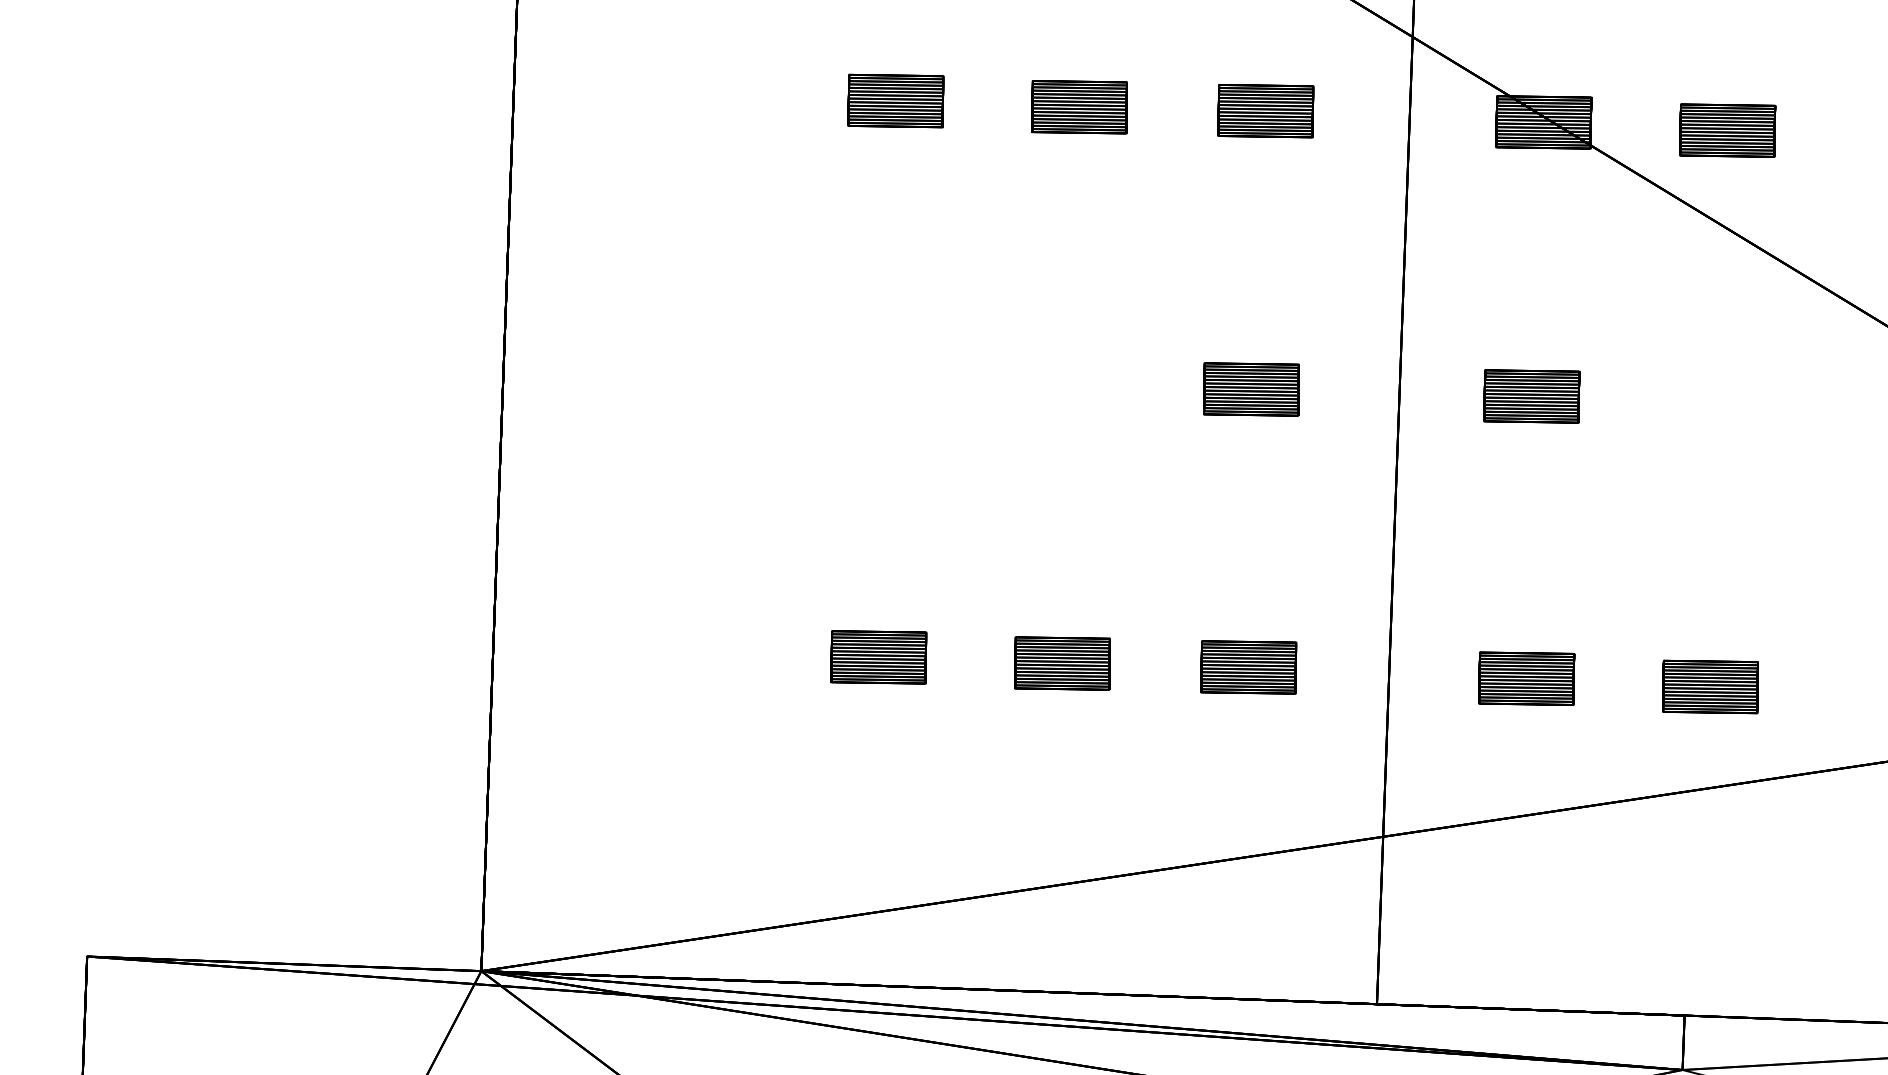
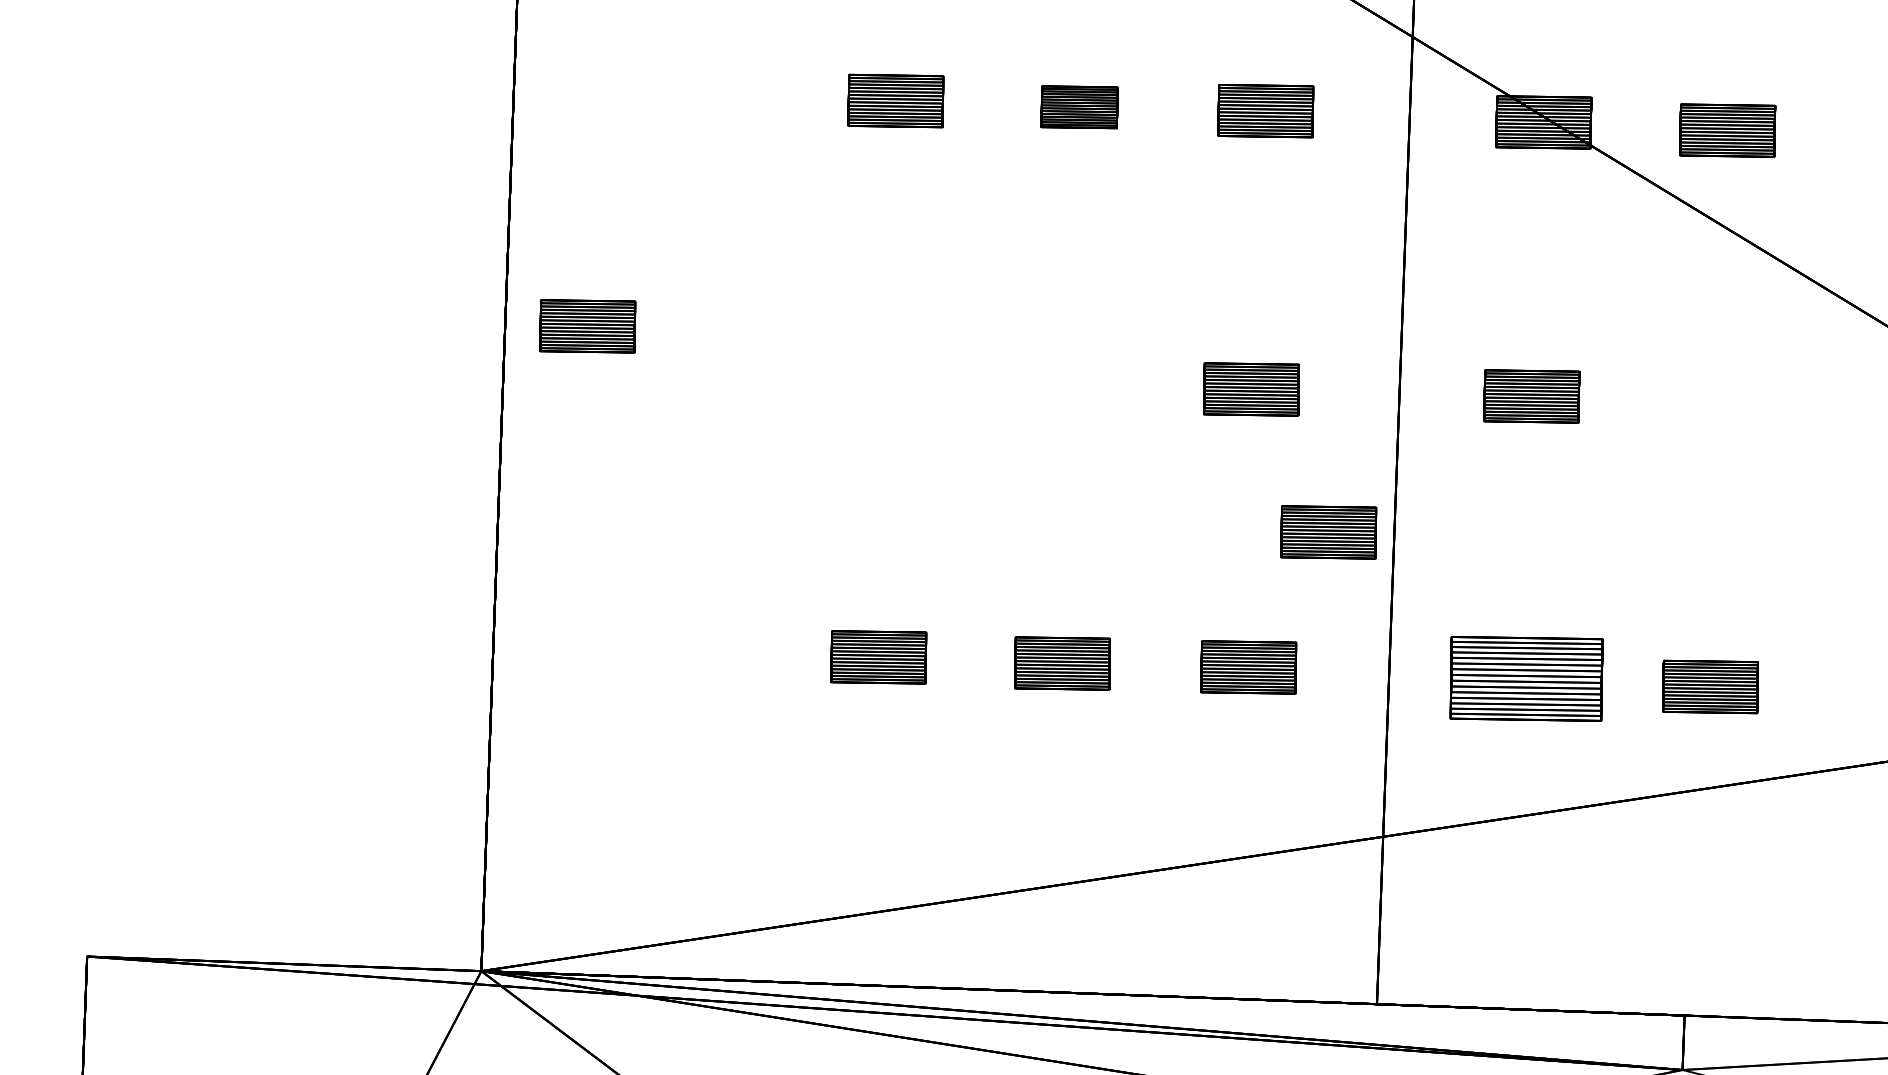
part at (1079, 107) size: 97x55 px -> 79x45 px
part at (587, 326): none -> present
part at (1328, 532): none -> present
part at (1526, 678) size: 98x55 px -> 155x86 px
